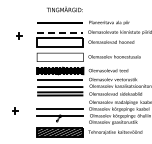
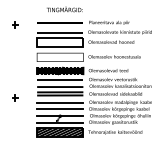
line at (60, 32): dashed -> solid
part at (19, 35) position: (19, 35) -> (15, 24)
line at (60, 102): none -> present
part at (15, 110) position: (15, 110) -> (15, 97)
line at (60, 122): none -> present
